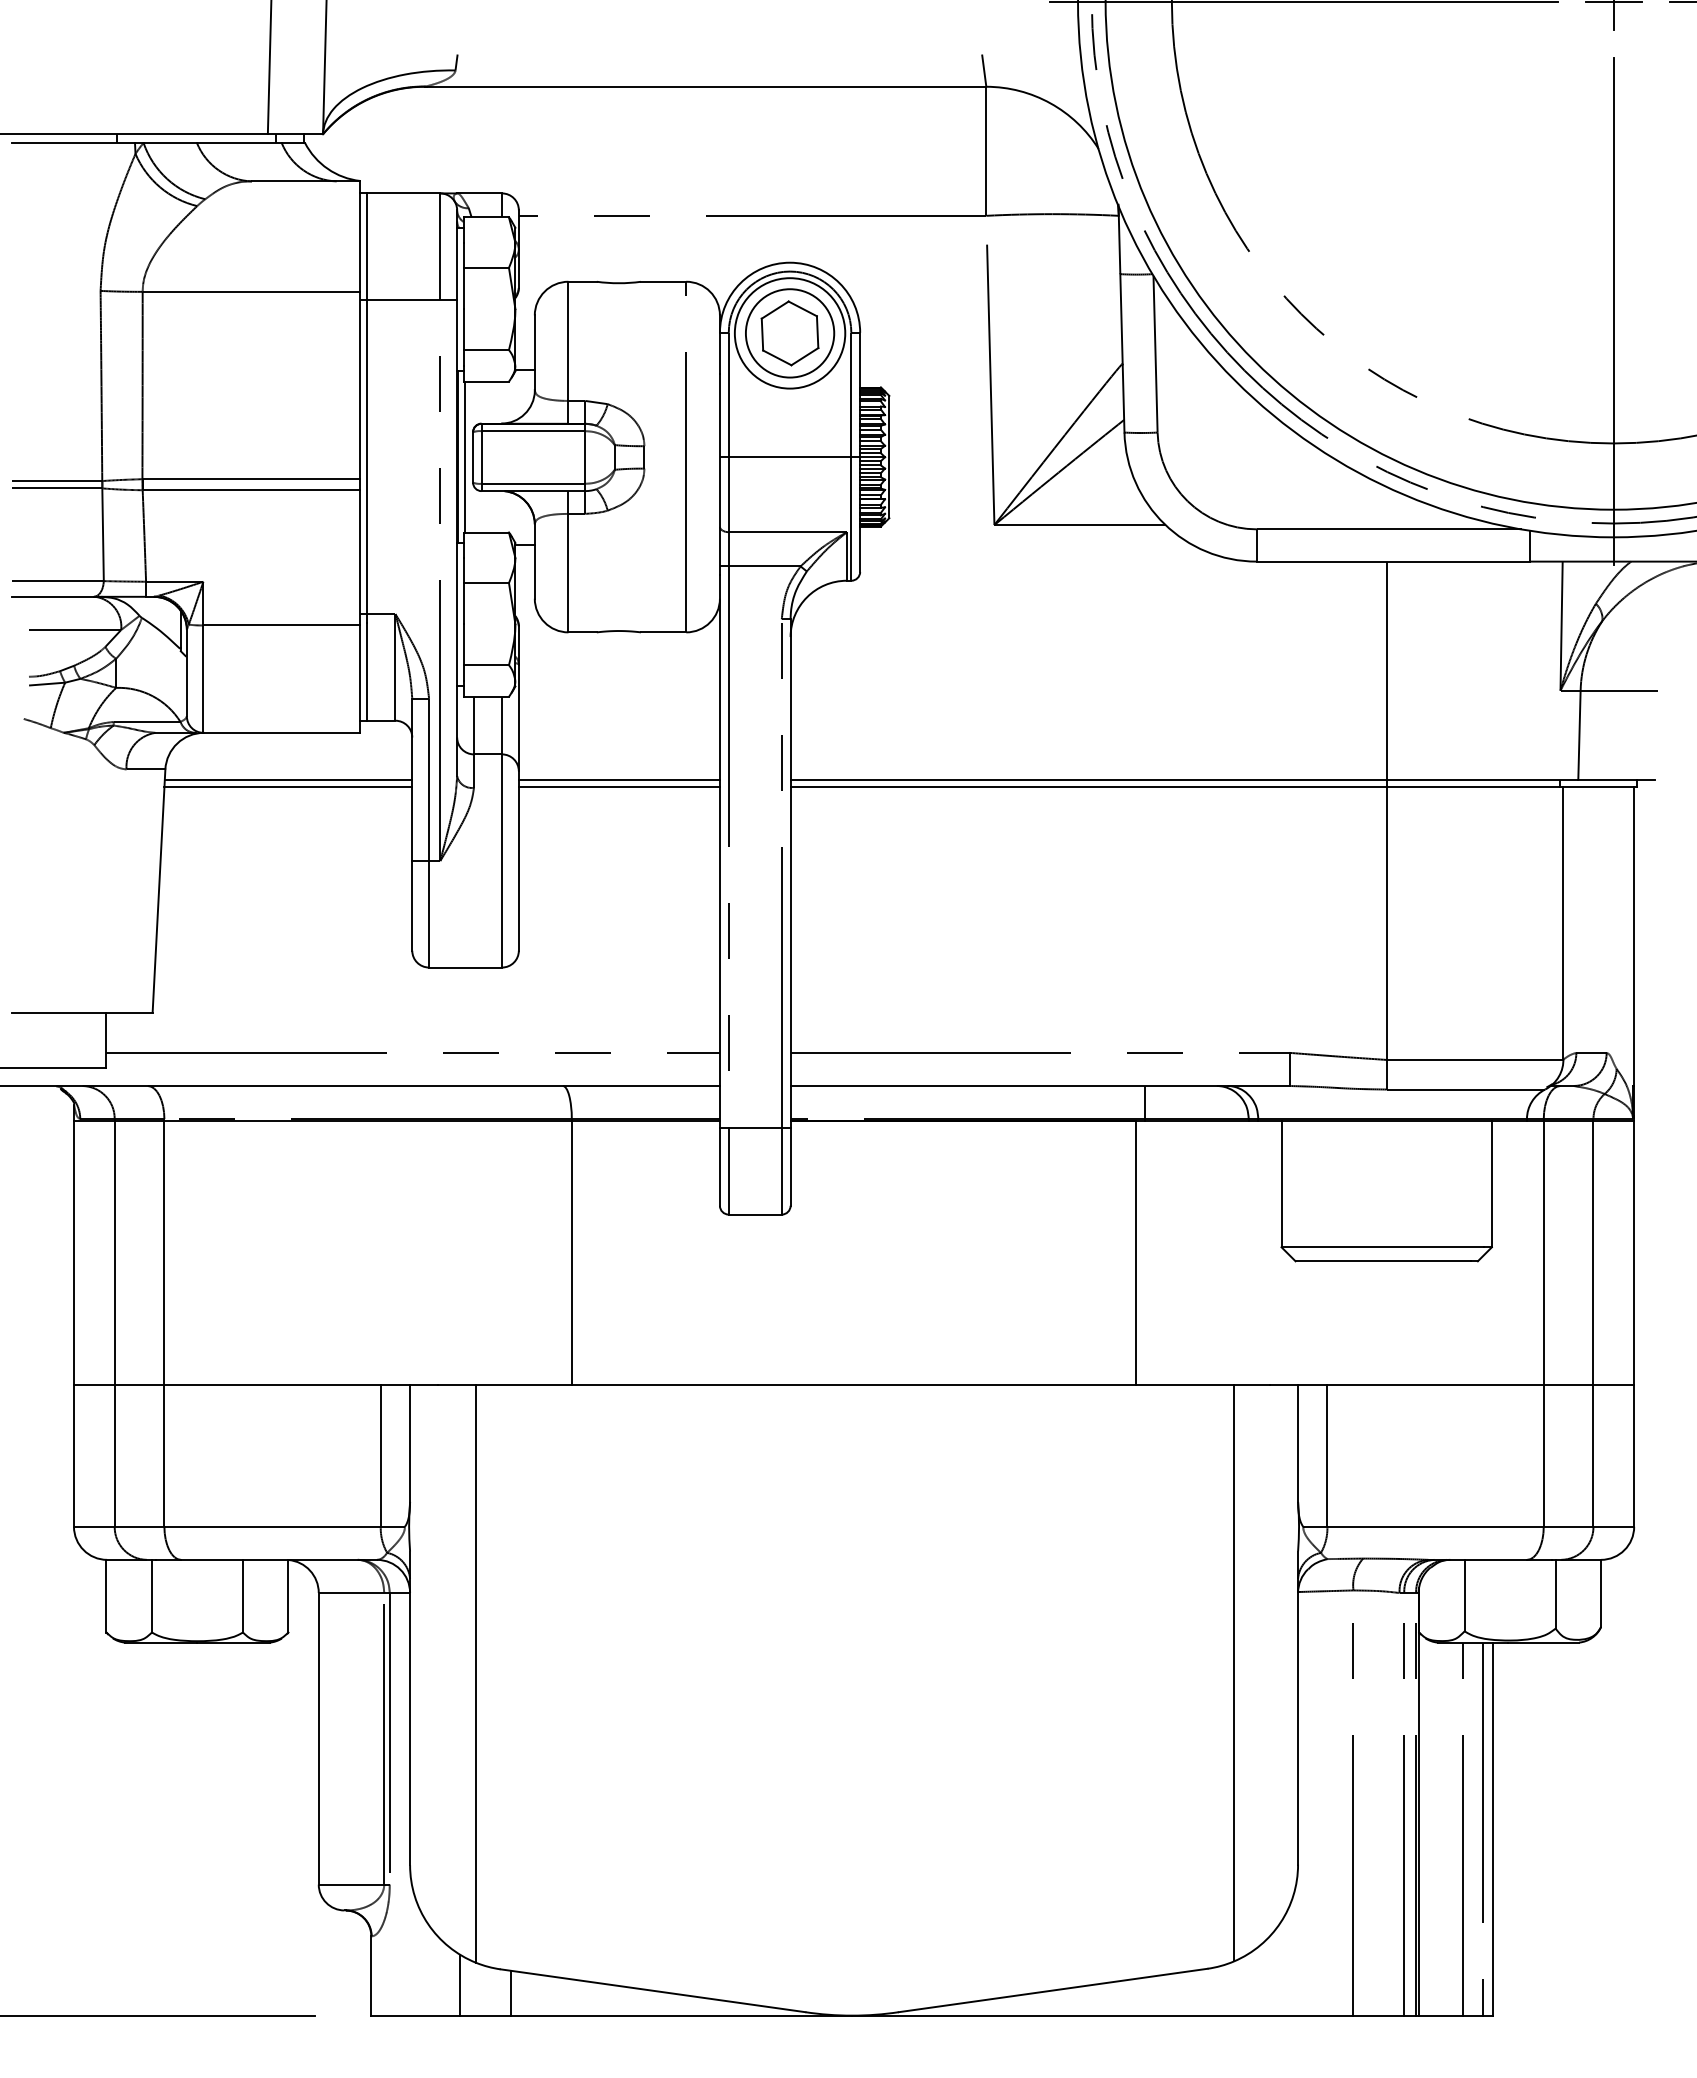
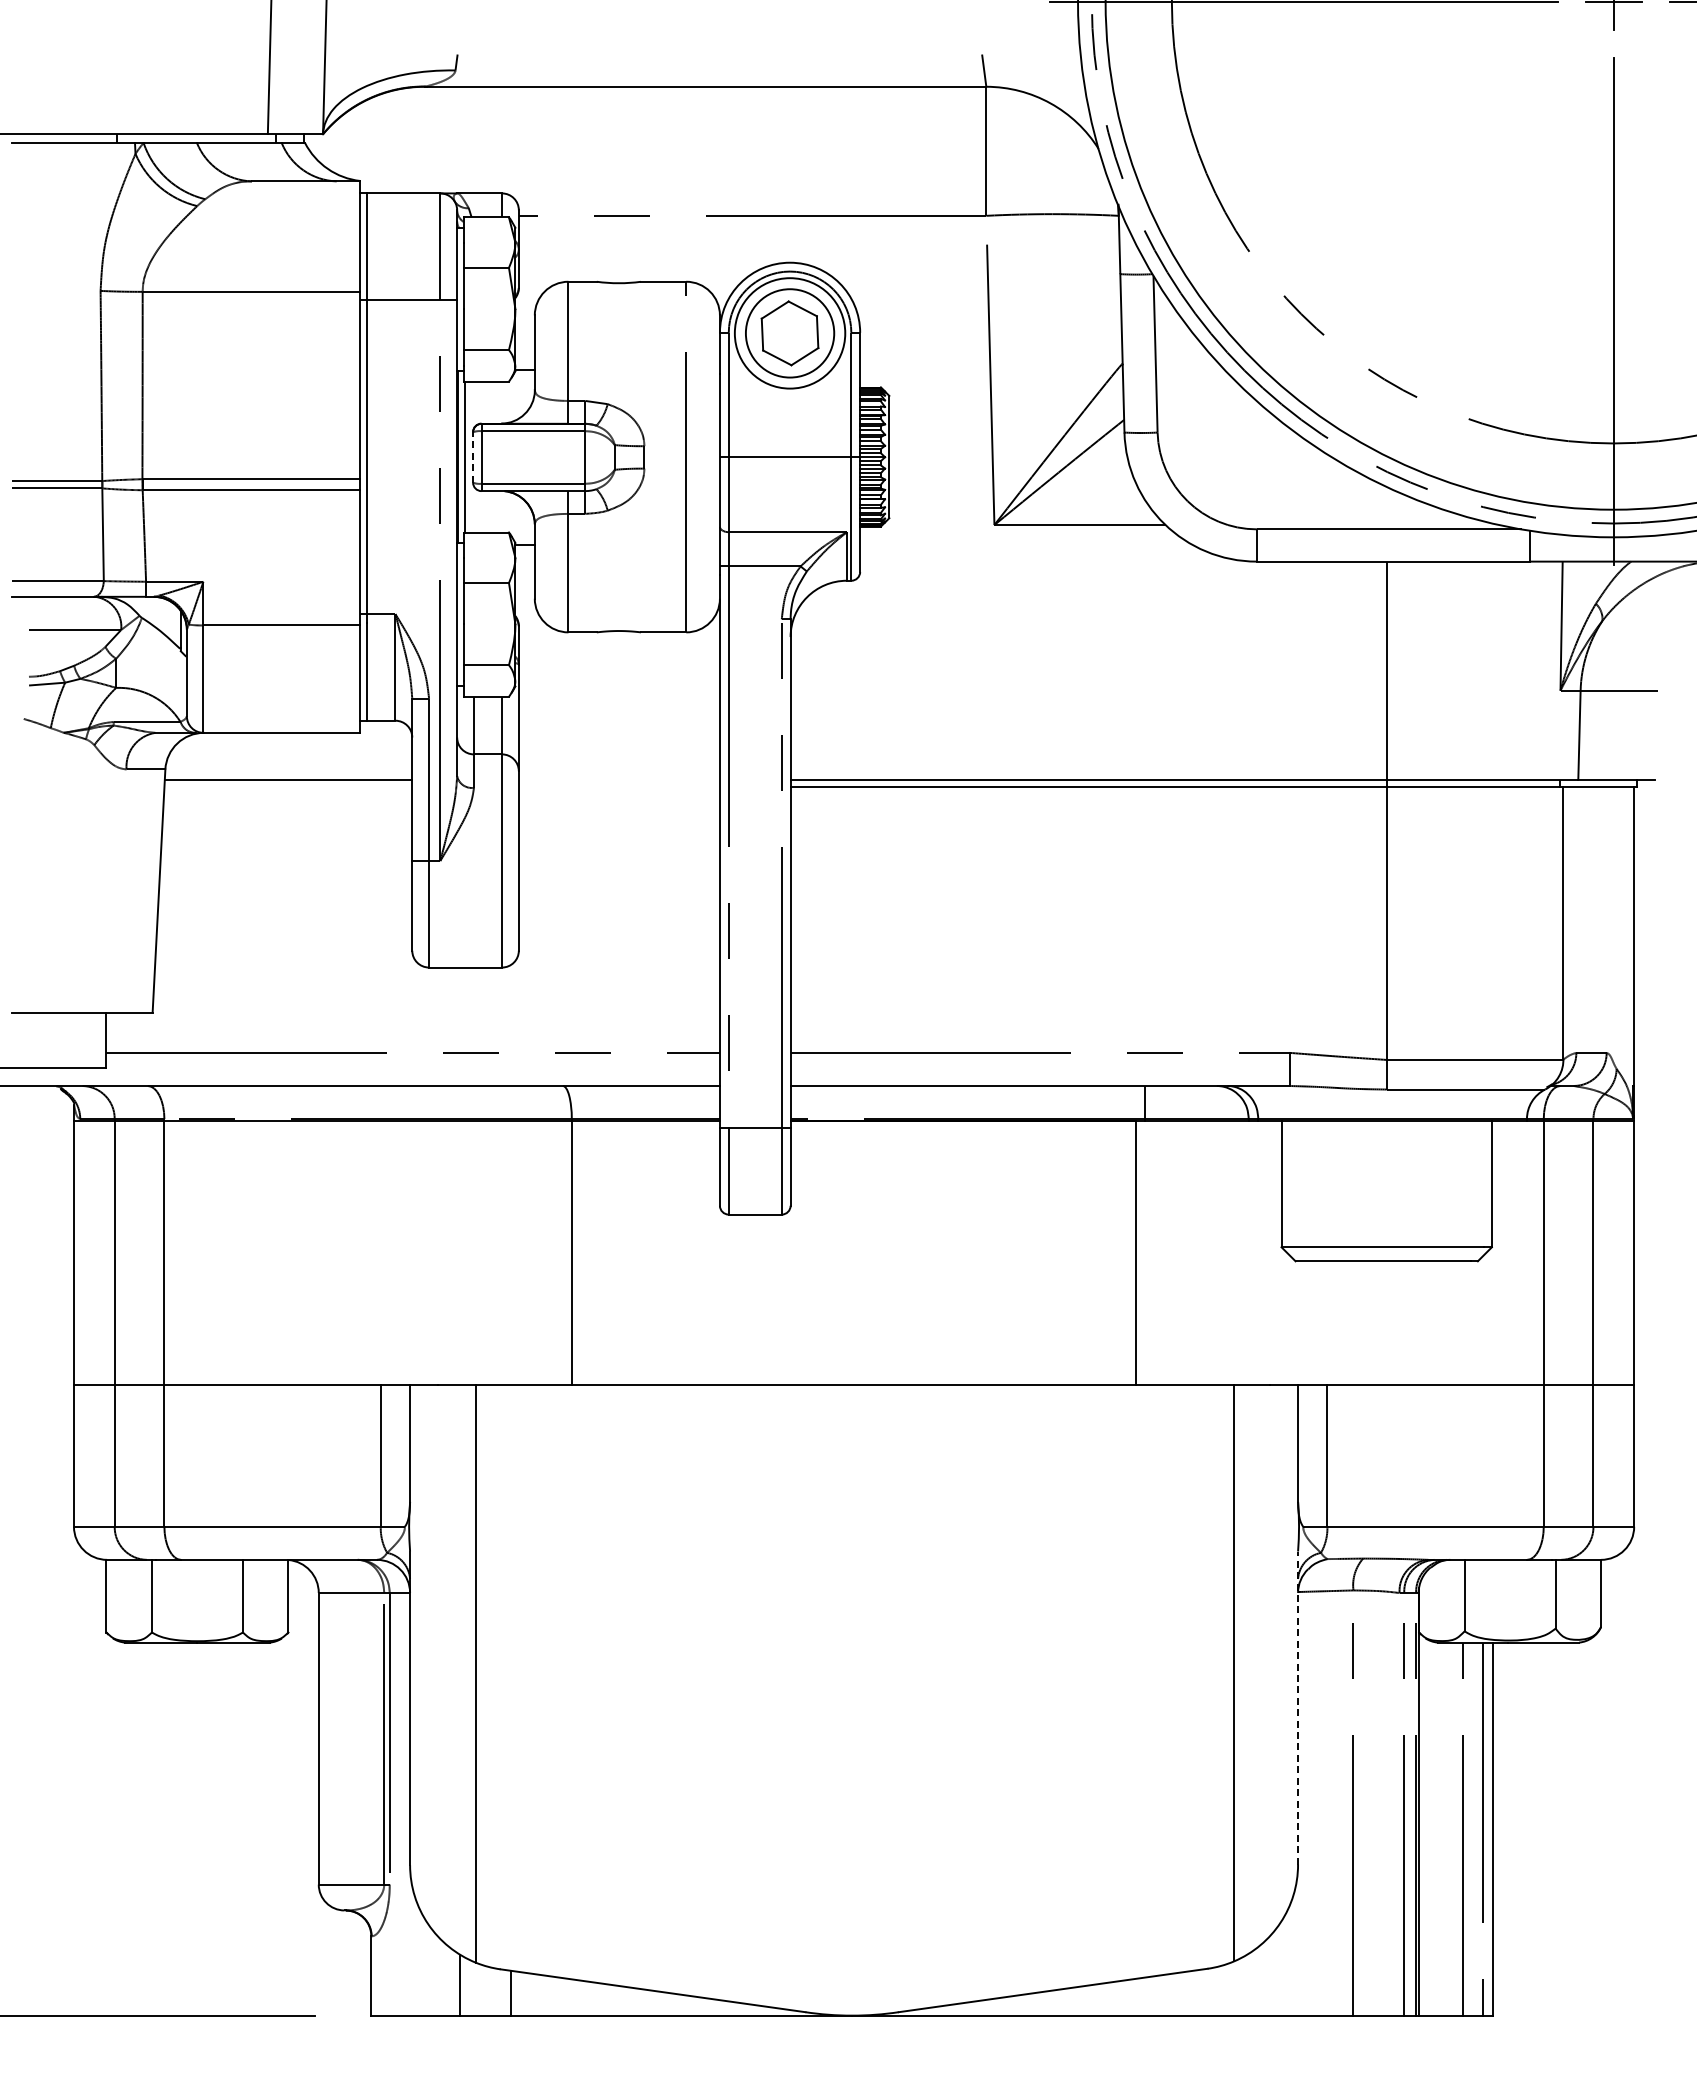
line at (473, 456): solid -> dashed
line at (618, 780): present -> none
line at (288, 787): present -> none
line at (618, 787): present -> none
line at (1298, 1708): solid -> dashed
